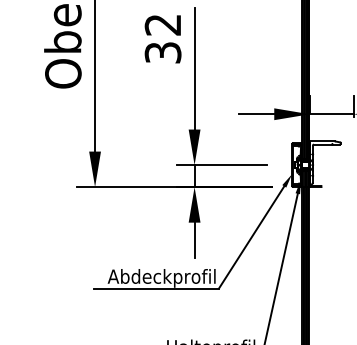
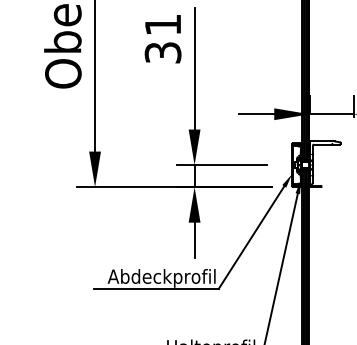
text at (162, 25): 32 -> 31
